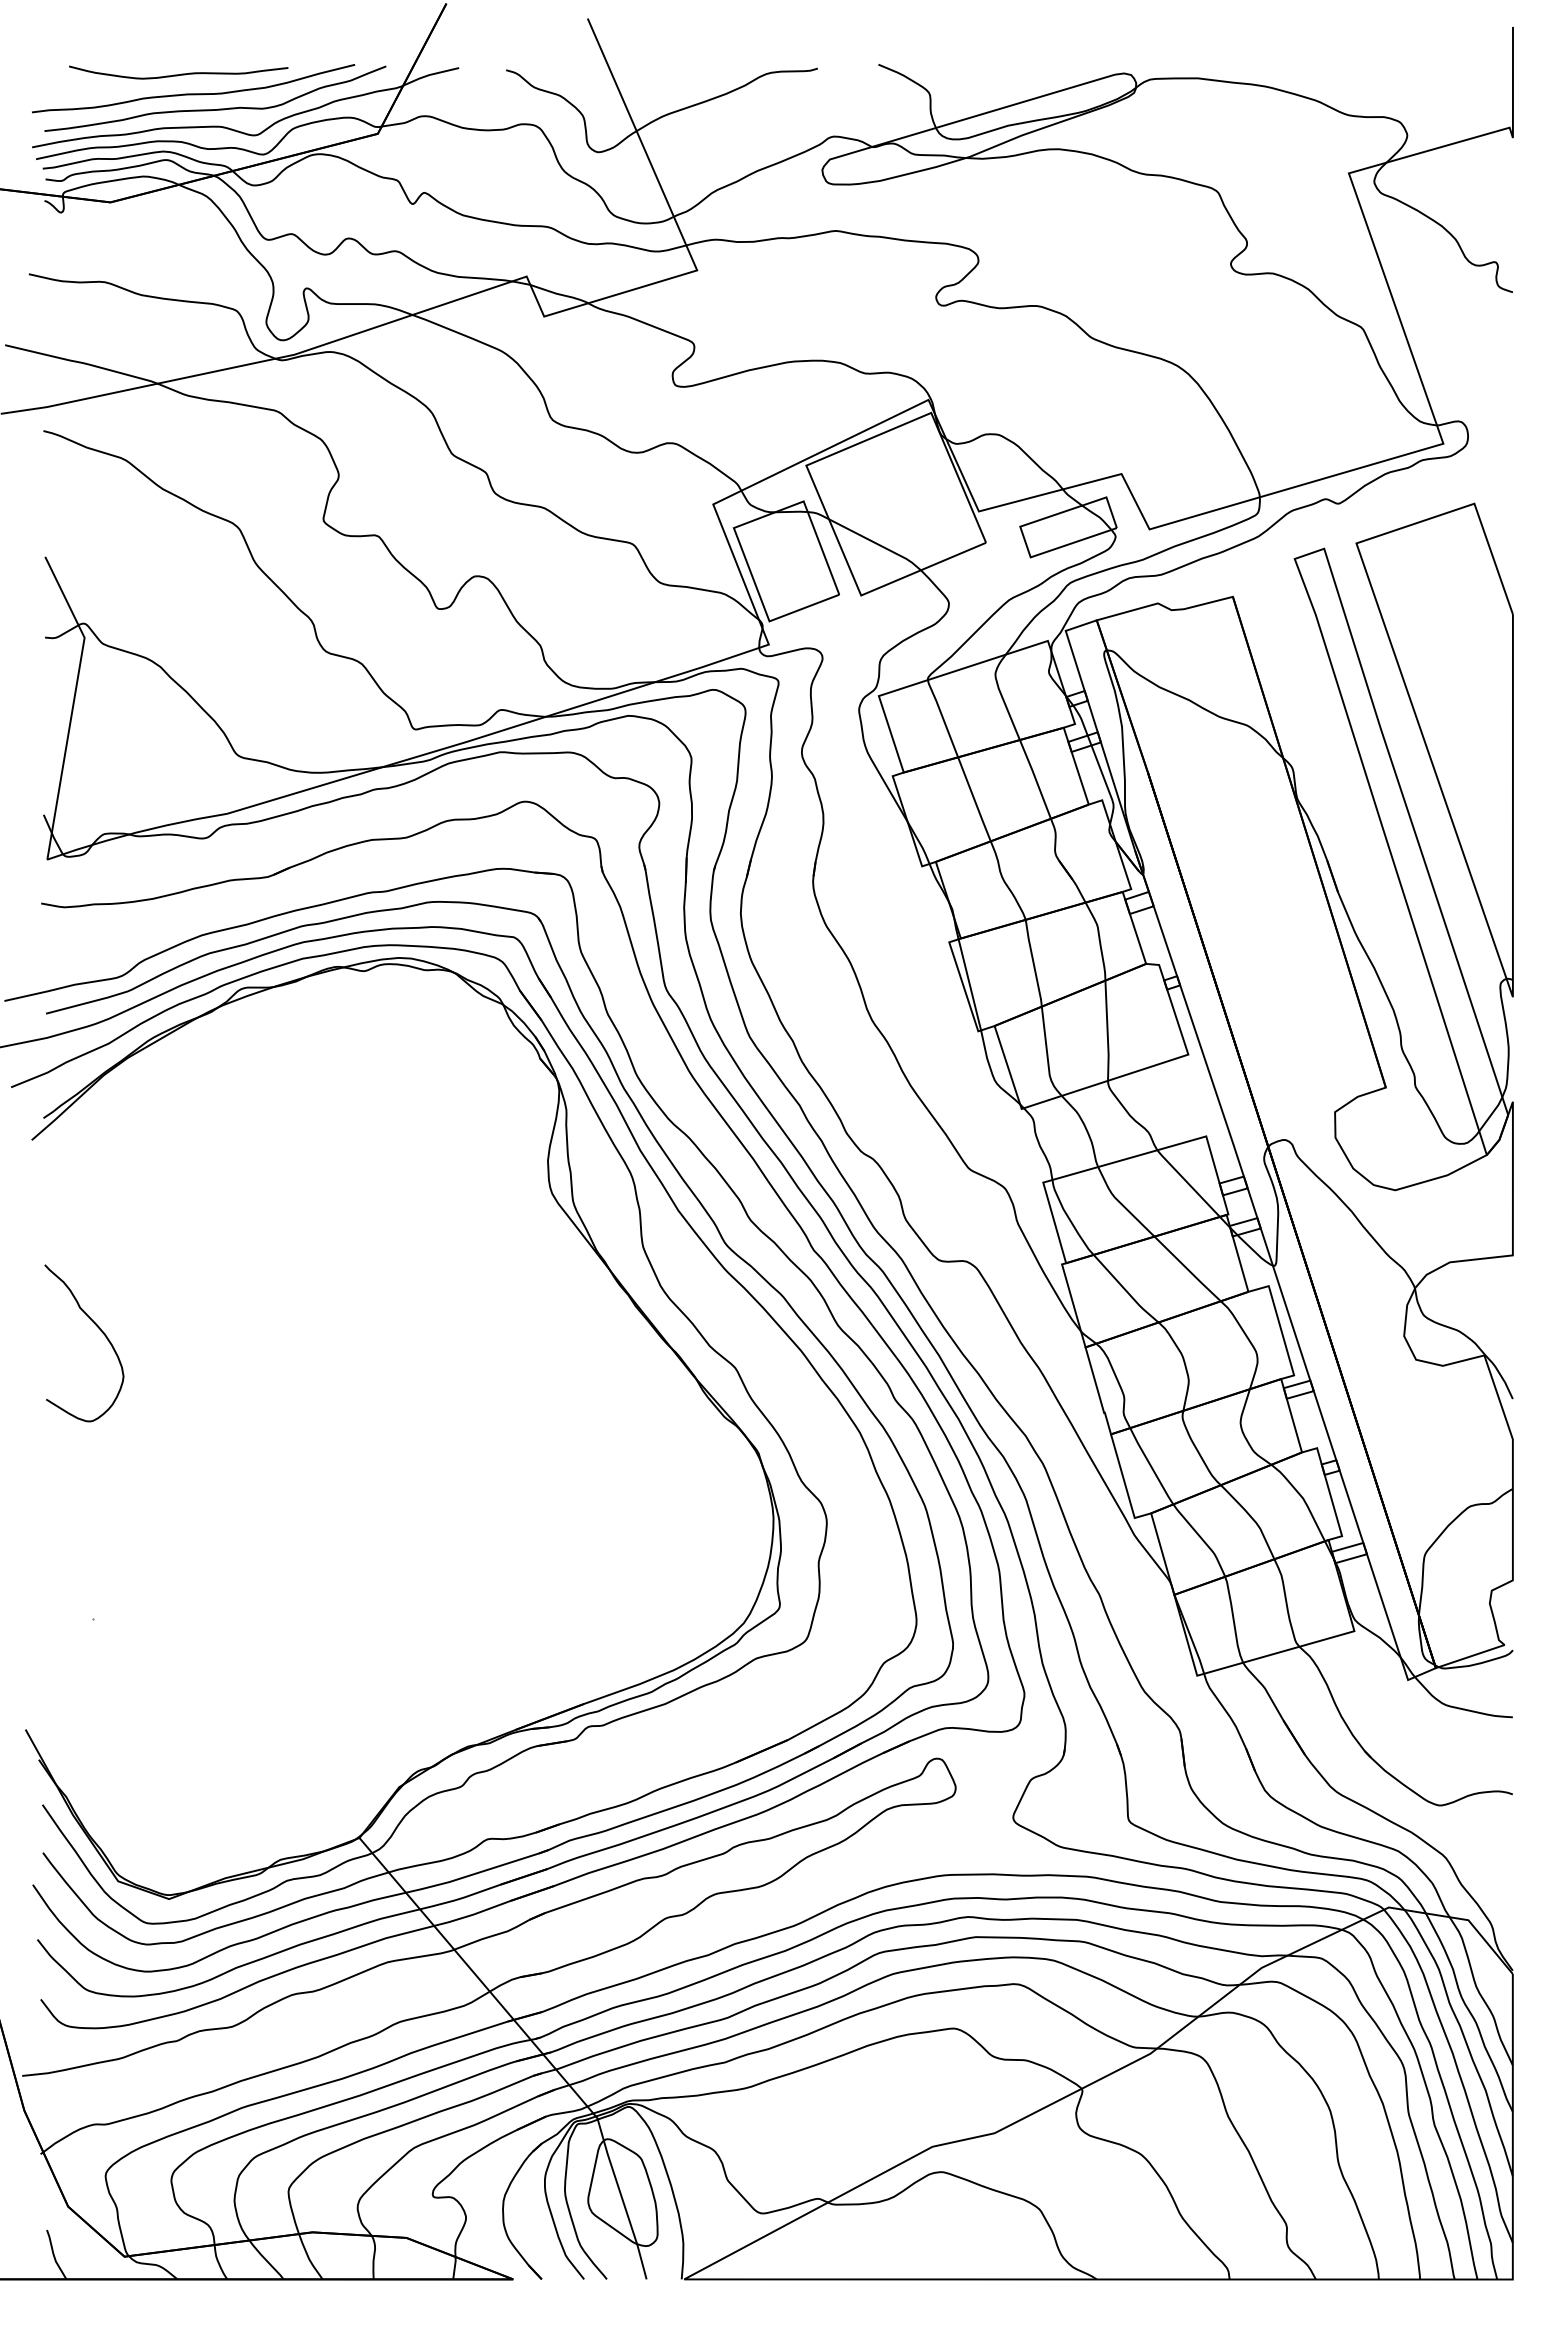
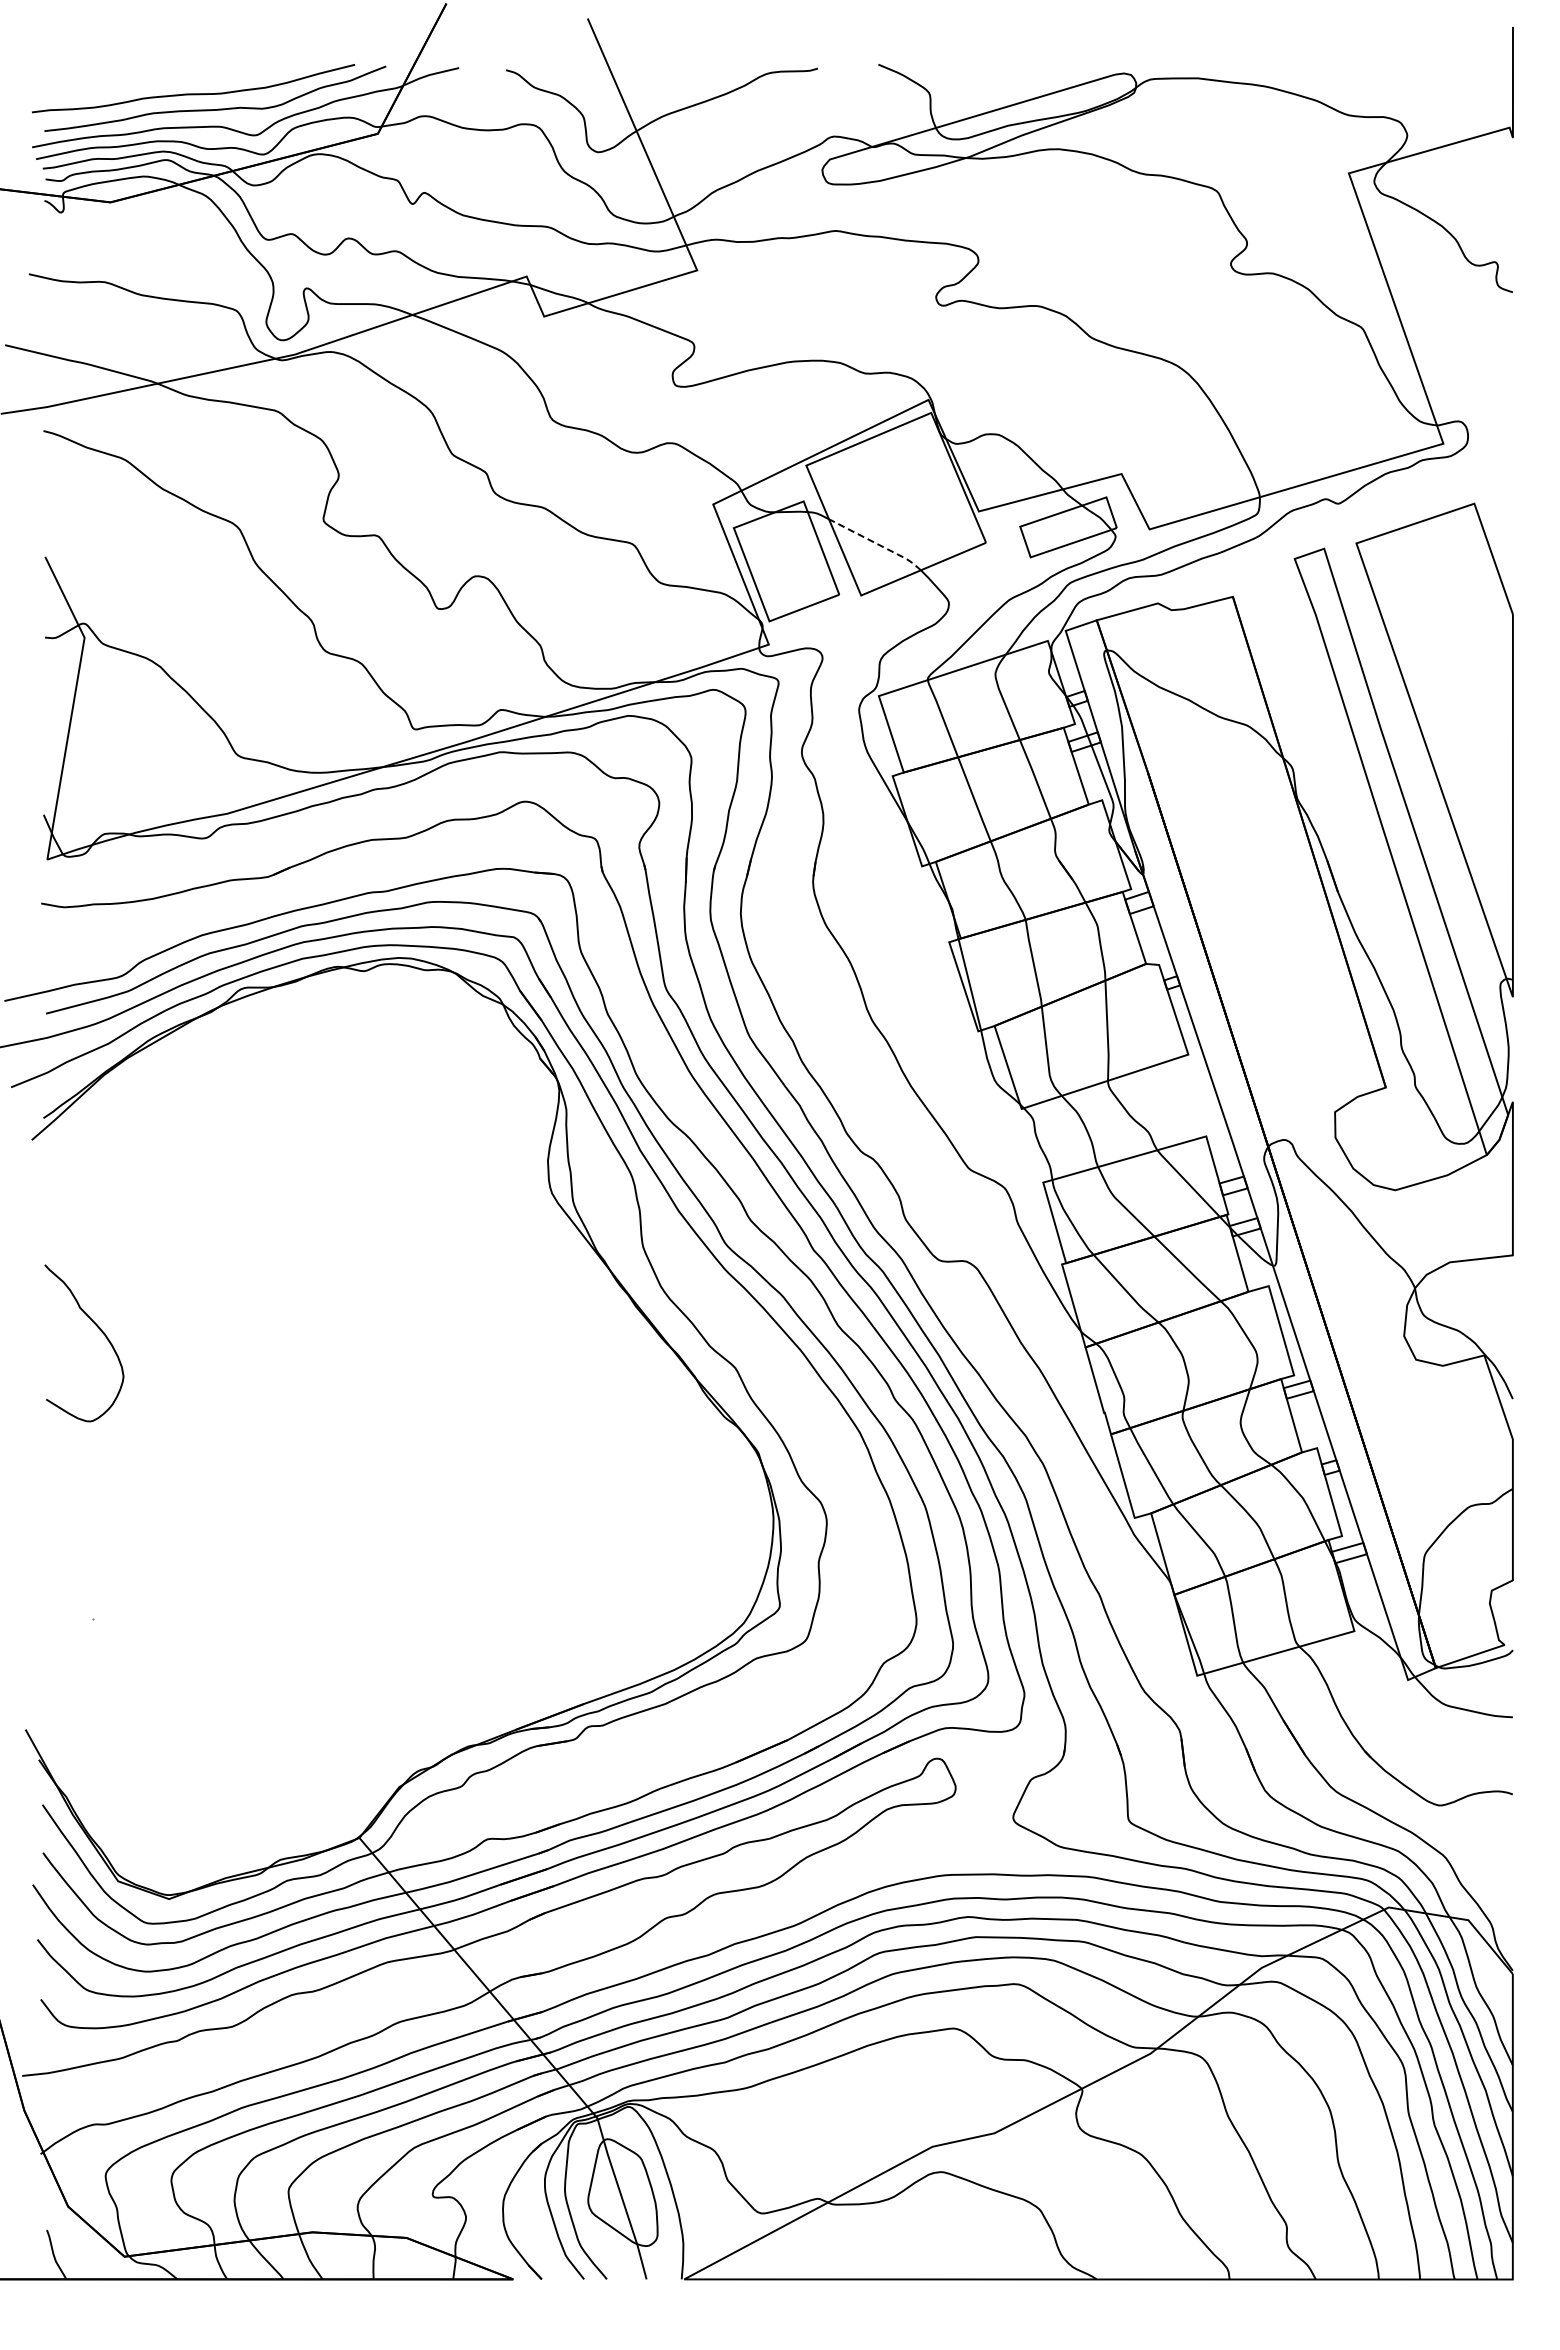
curve at (178, 74): present -> none
line at (876, 543): solid -> dashed
